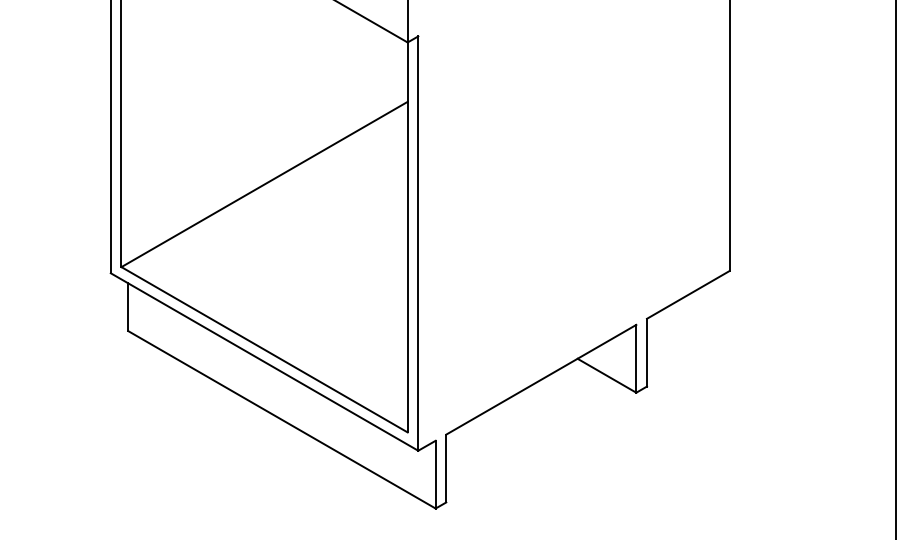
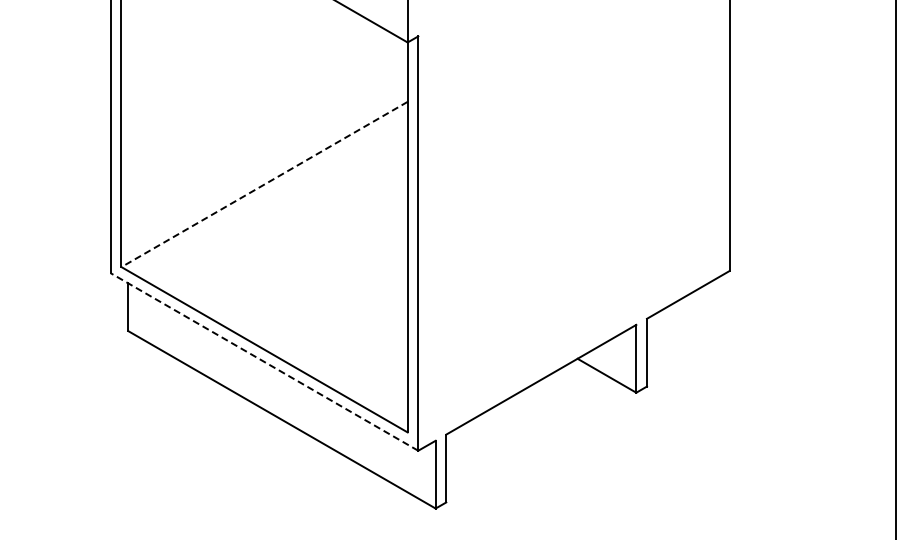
line at (264, 184): solid -> dashed
line at (264, 362): solid -> dashed
